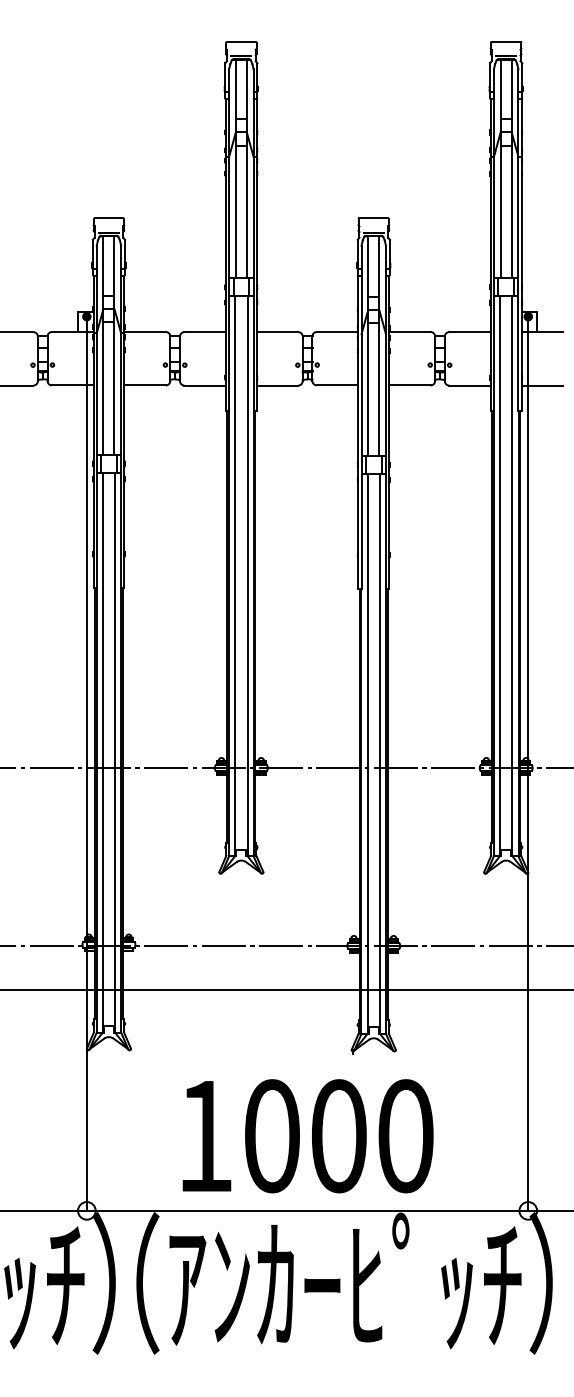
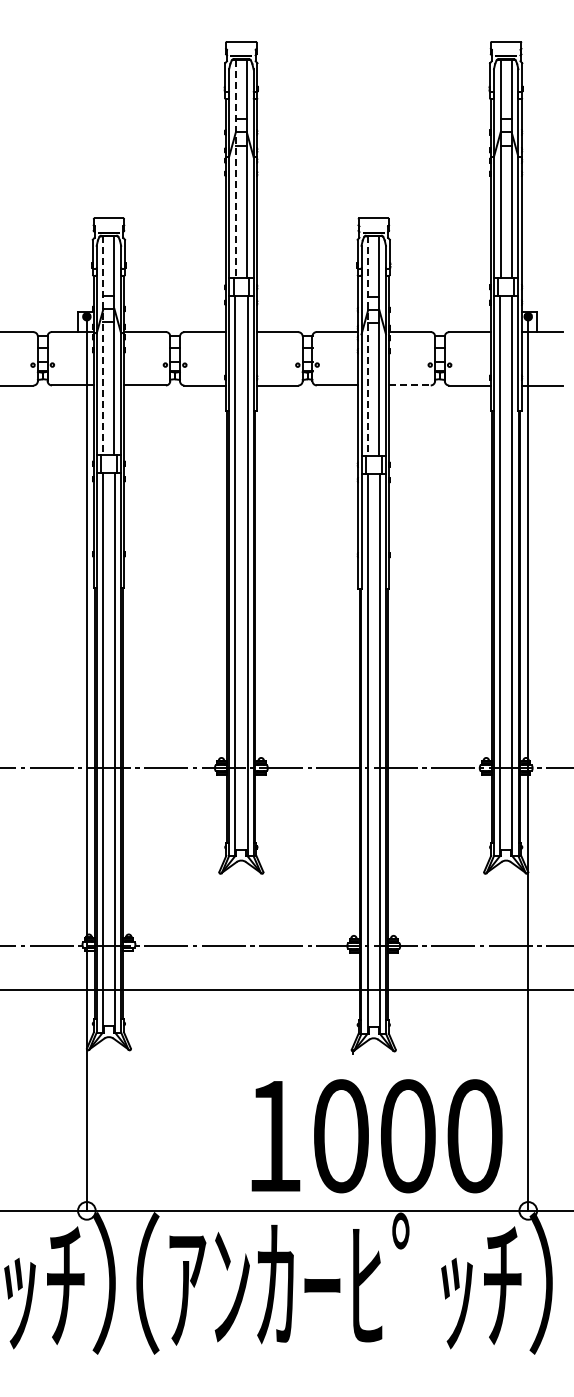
line at (235, 169): solid -> dashed
line at (103, 346): solid -> dashed
line at (368, 346): solid -> dashed
line at (409, 385): solid -> dashed
text at (307, 1136) position: (307, 1136) -> (376, 1136)
